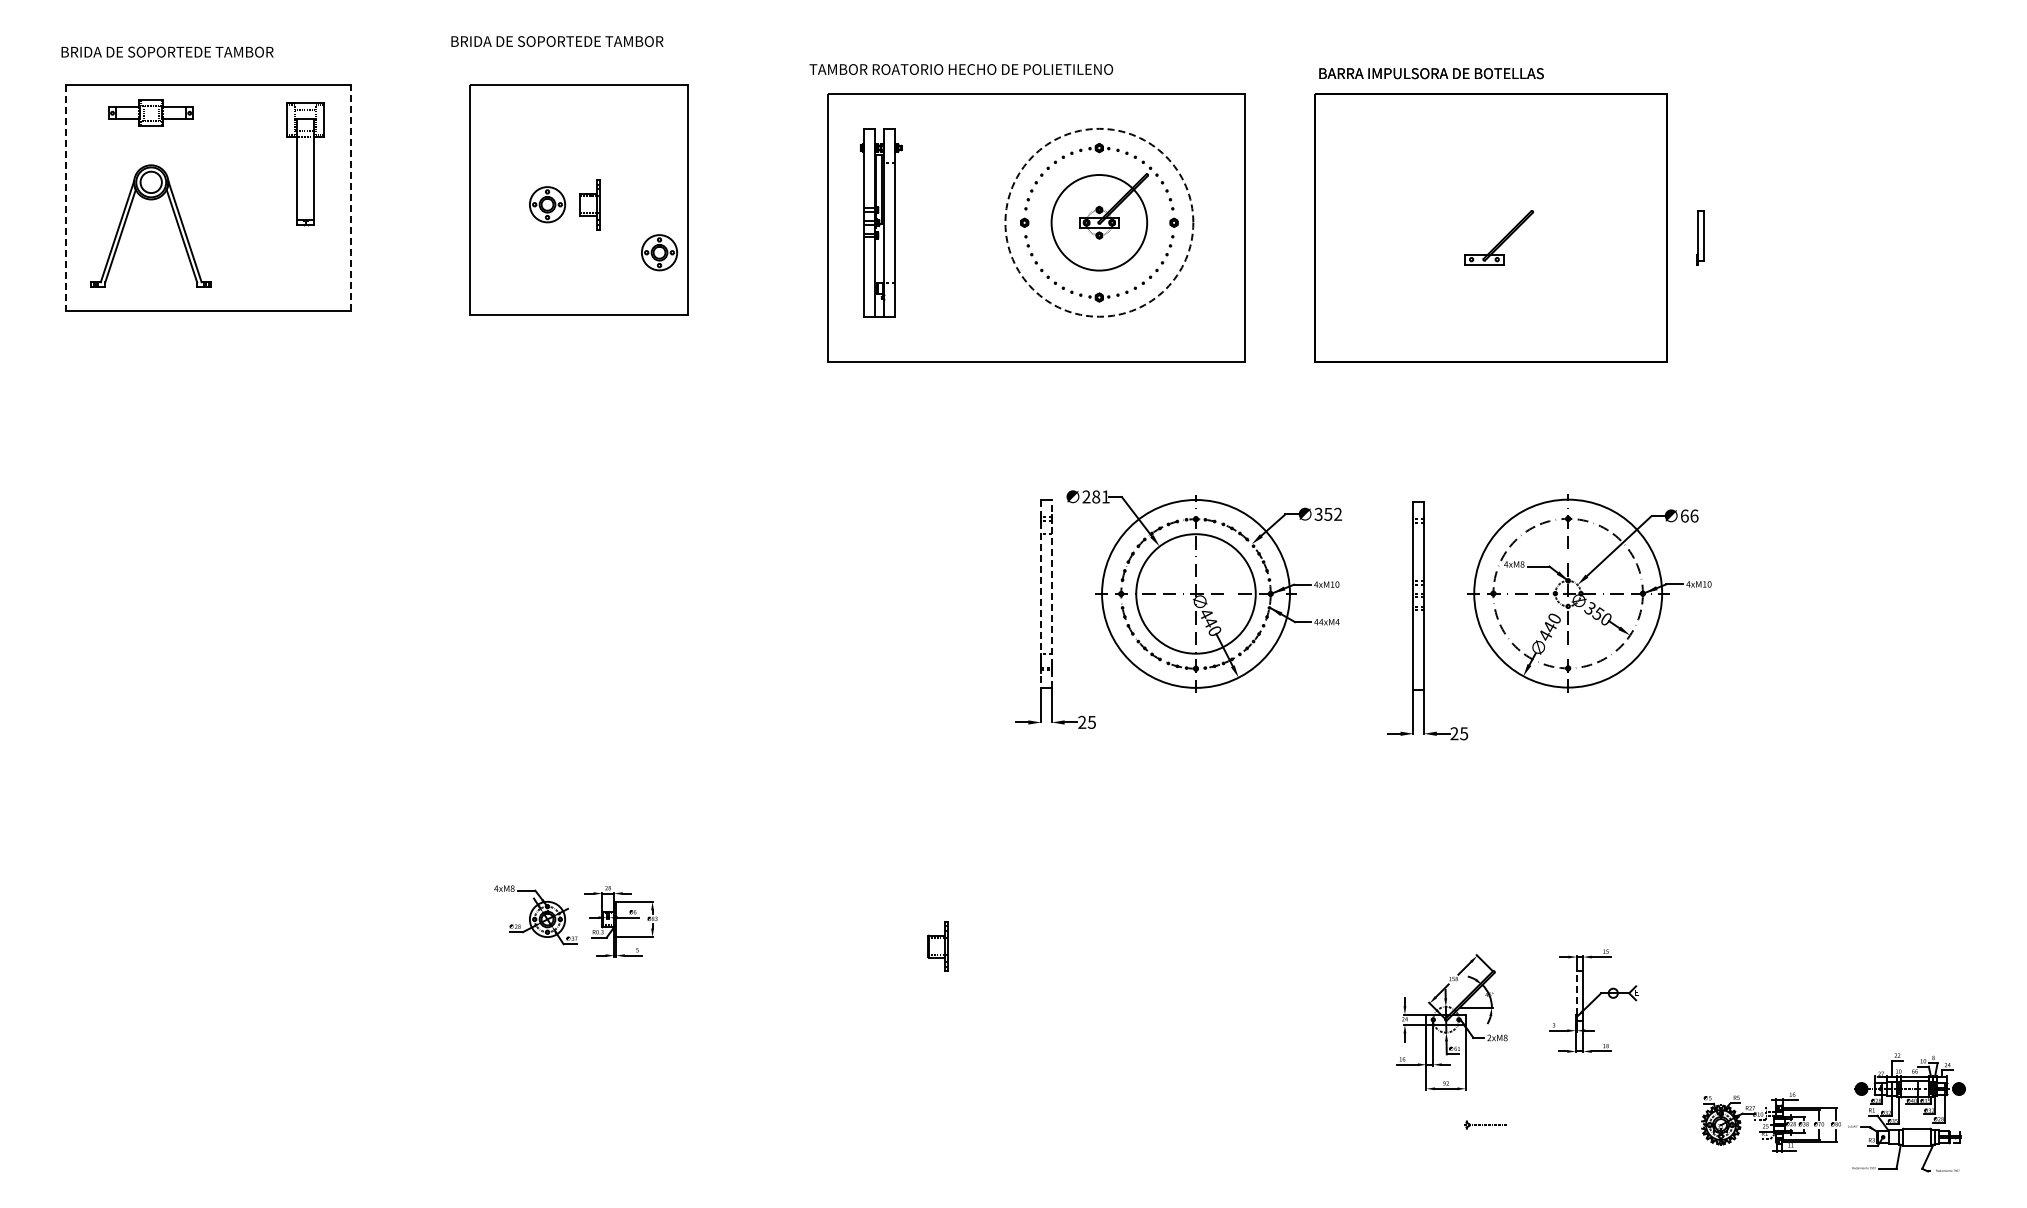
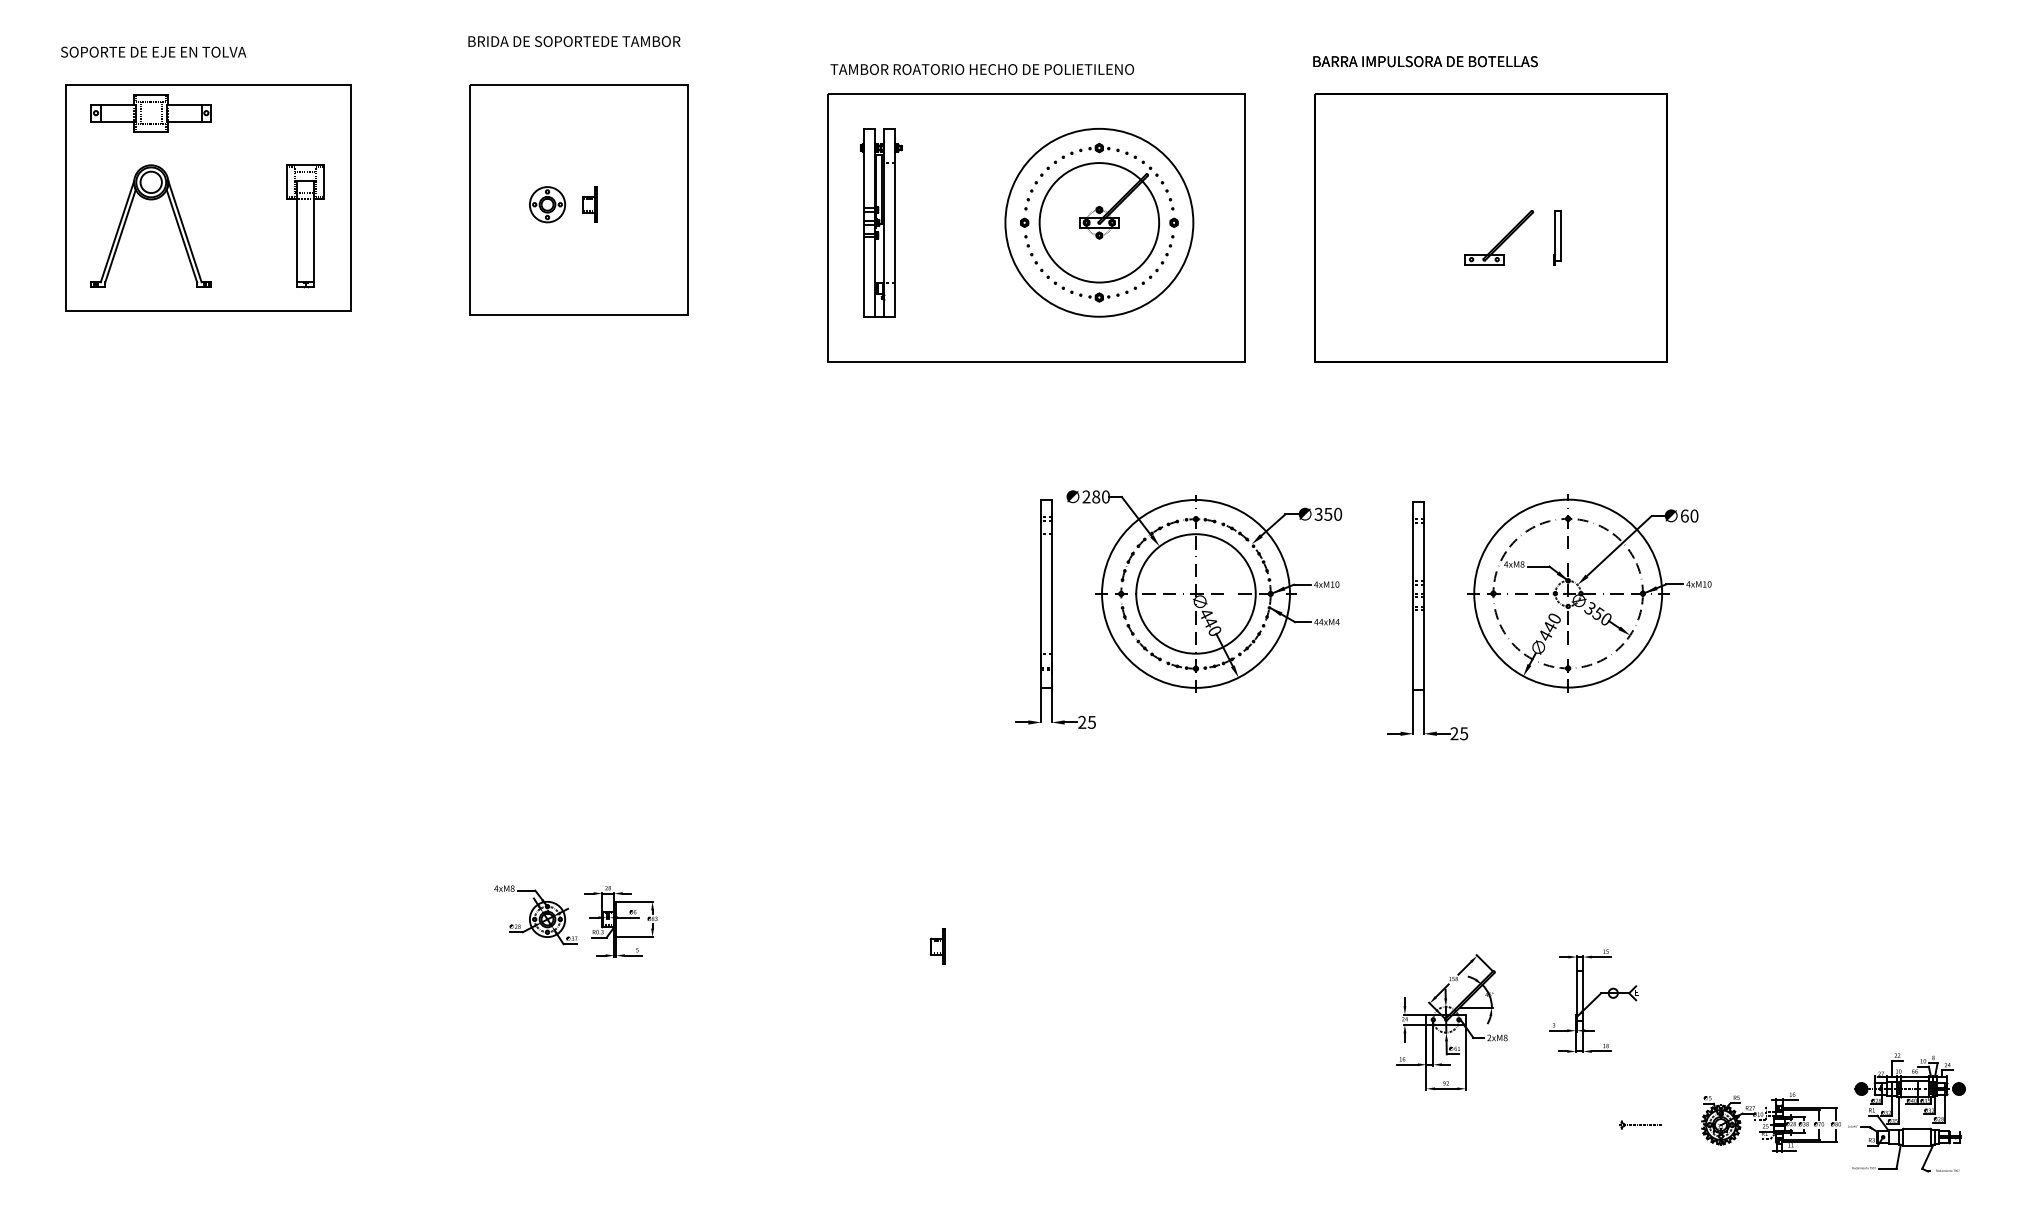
text at (557, 41) position: (557, 41) -> (574, 41)
text at (167, 51): BRIDA DE SOPORTEDE TAMBOR -> SOPORTE DE EJE EN TOLVA
text at (961, 69) position: (961, 69) -> (982, 69)
text at (1431, 73) position: (1431, 73) -> (1425, 61)
part at (150, 112) size: 86x28 px -> 122x39 px
part at (305, 164) position: (305, 164) -> (305, 226)
line at (65, 197): dashed -> solid
line at (350, 197): dashed -> solid
part at (589, 204) size: 22x52 px -> 16x37 px
circle at (1099, 222) diameter: 96 px -> 120 px
circle at (1099, 222): dashed -> solid
part at (1700, 237) position: (1700, 237) -> (1557, 237)
part at (659, 252): present -> none
text at (1105, 496): 281 -> 280
text at (1338, 514): 352 -> 350
text at (1694, 515): 66 -> 60
line at (1041, 593): dashed -> solid
line at (1051, 593): dashed -> solid
part at (937, 946) size: 22x51 px -> 17x37 px
line at (1576, 992): dashed -> solid
part at (1485, 1124) position: (1485, 1124) -> (1640, 1124)
